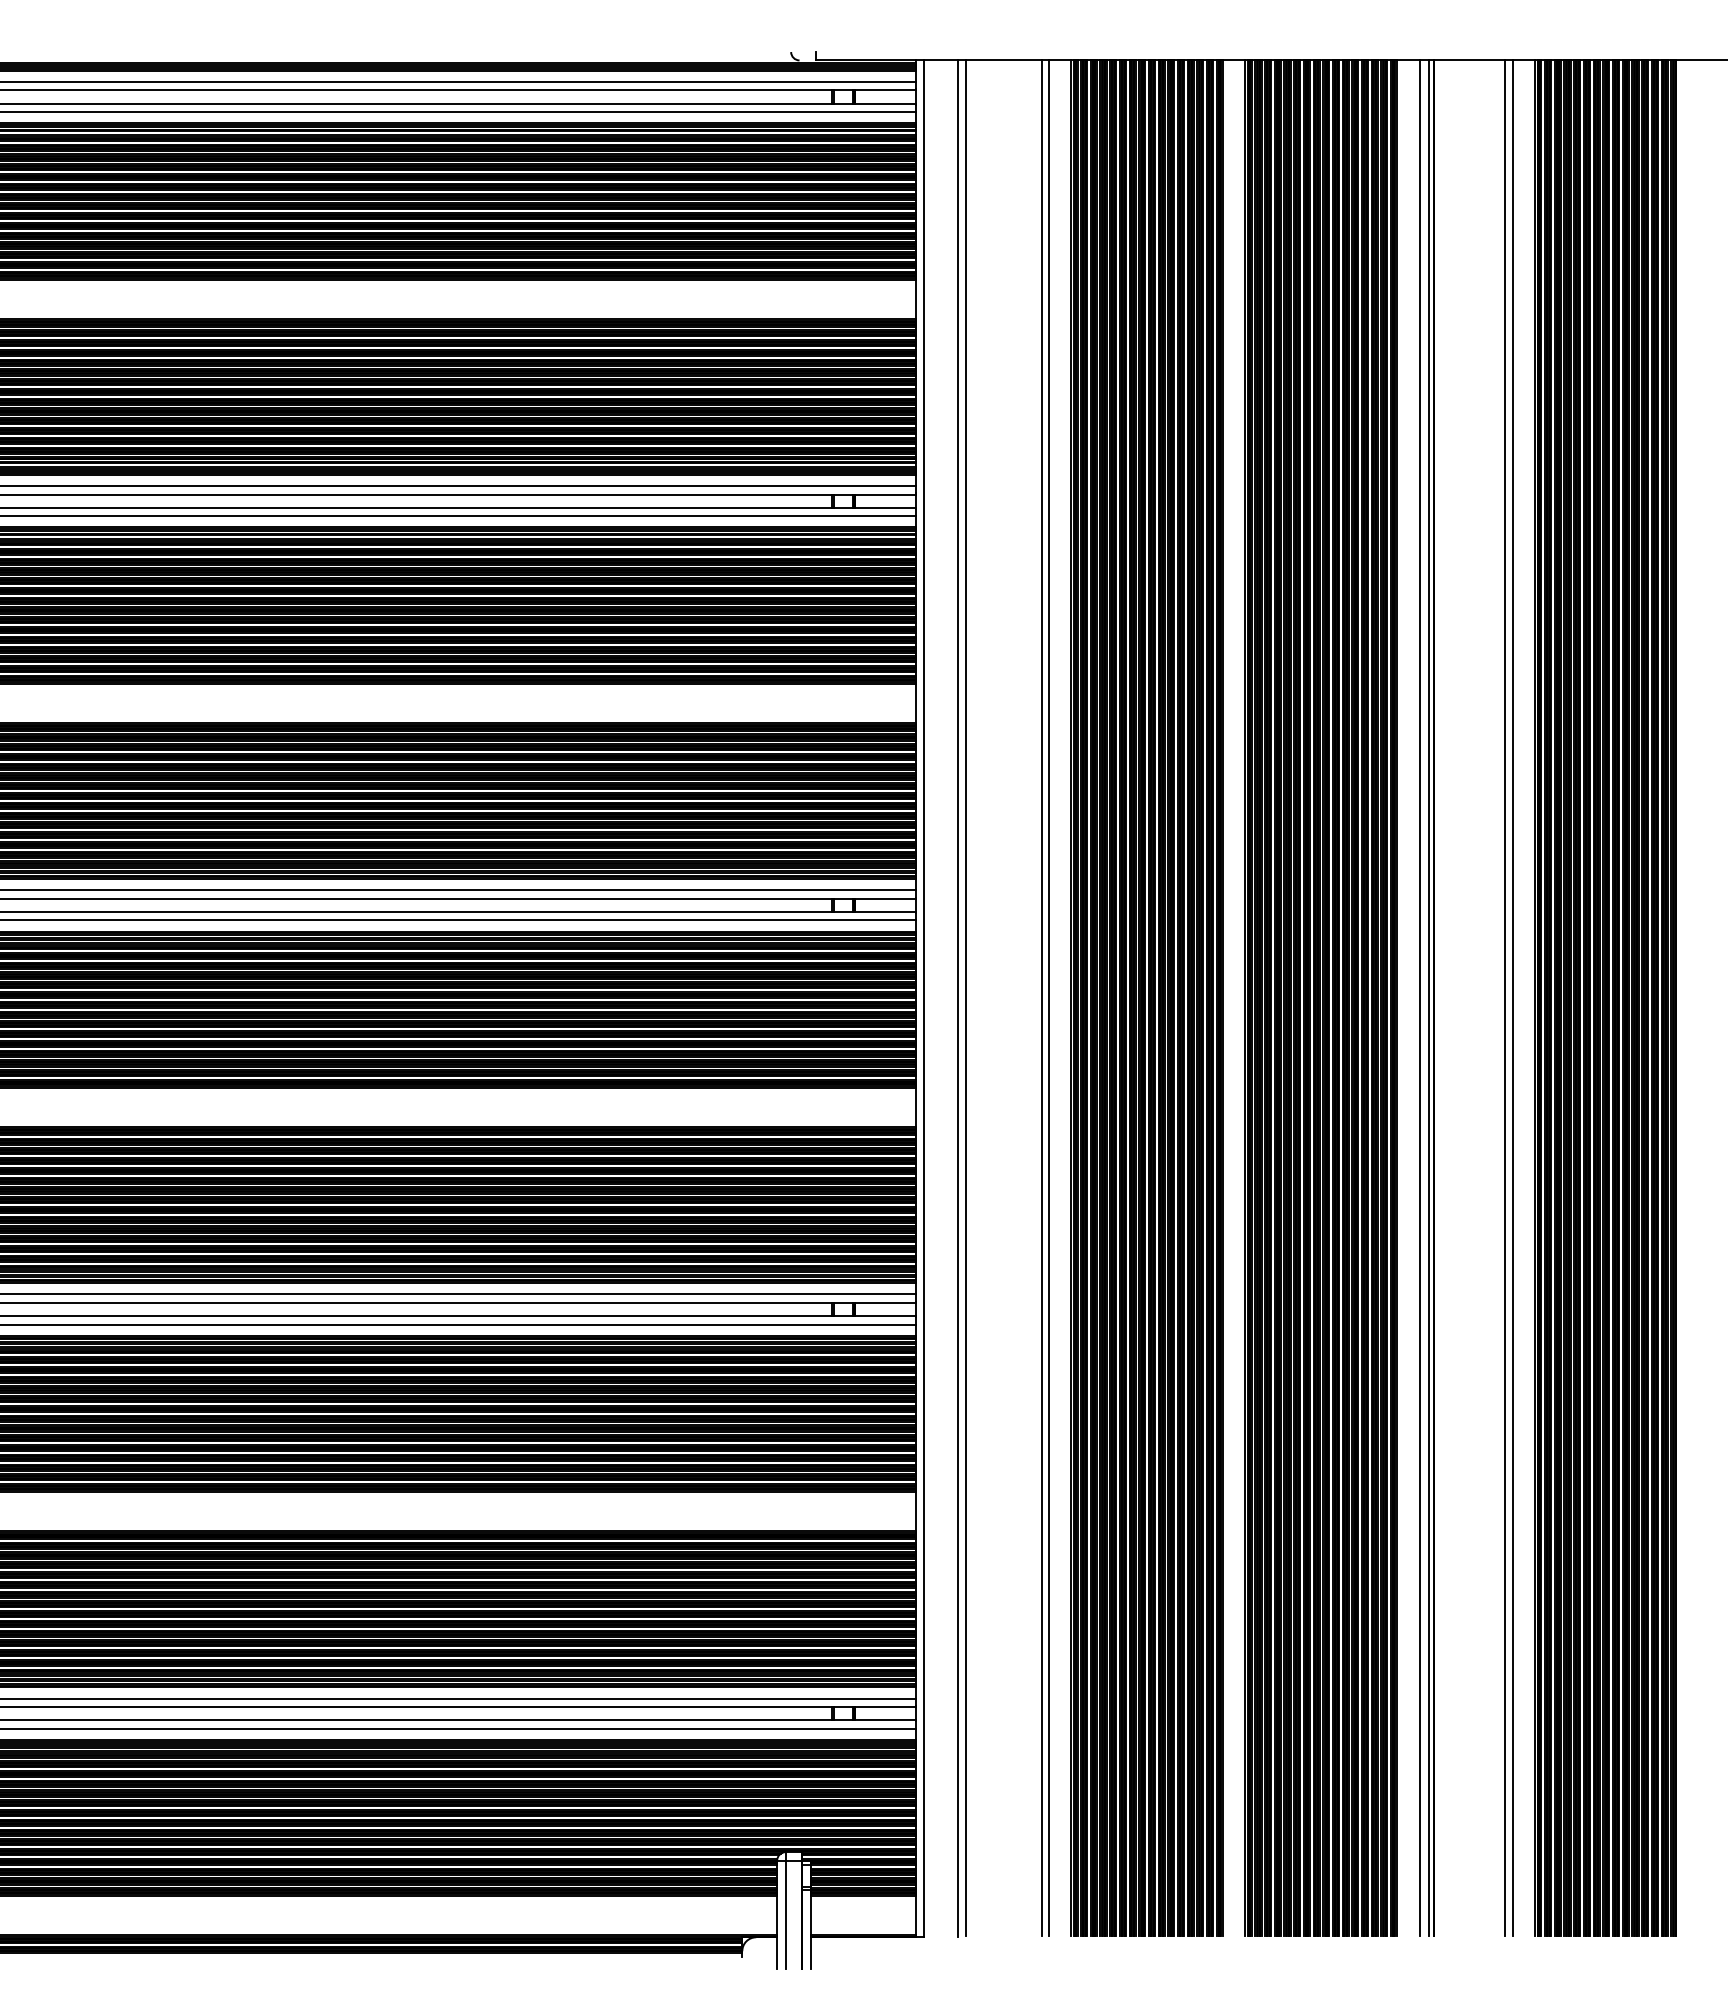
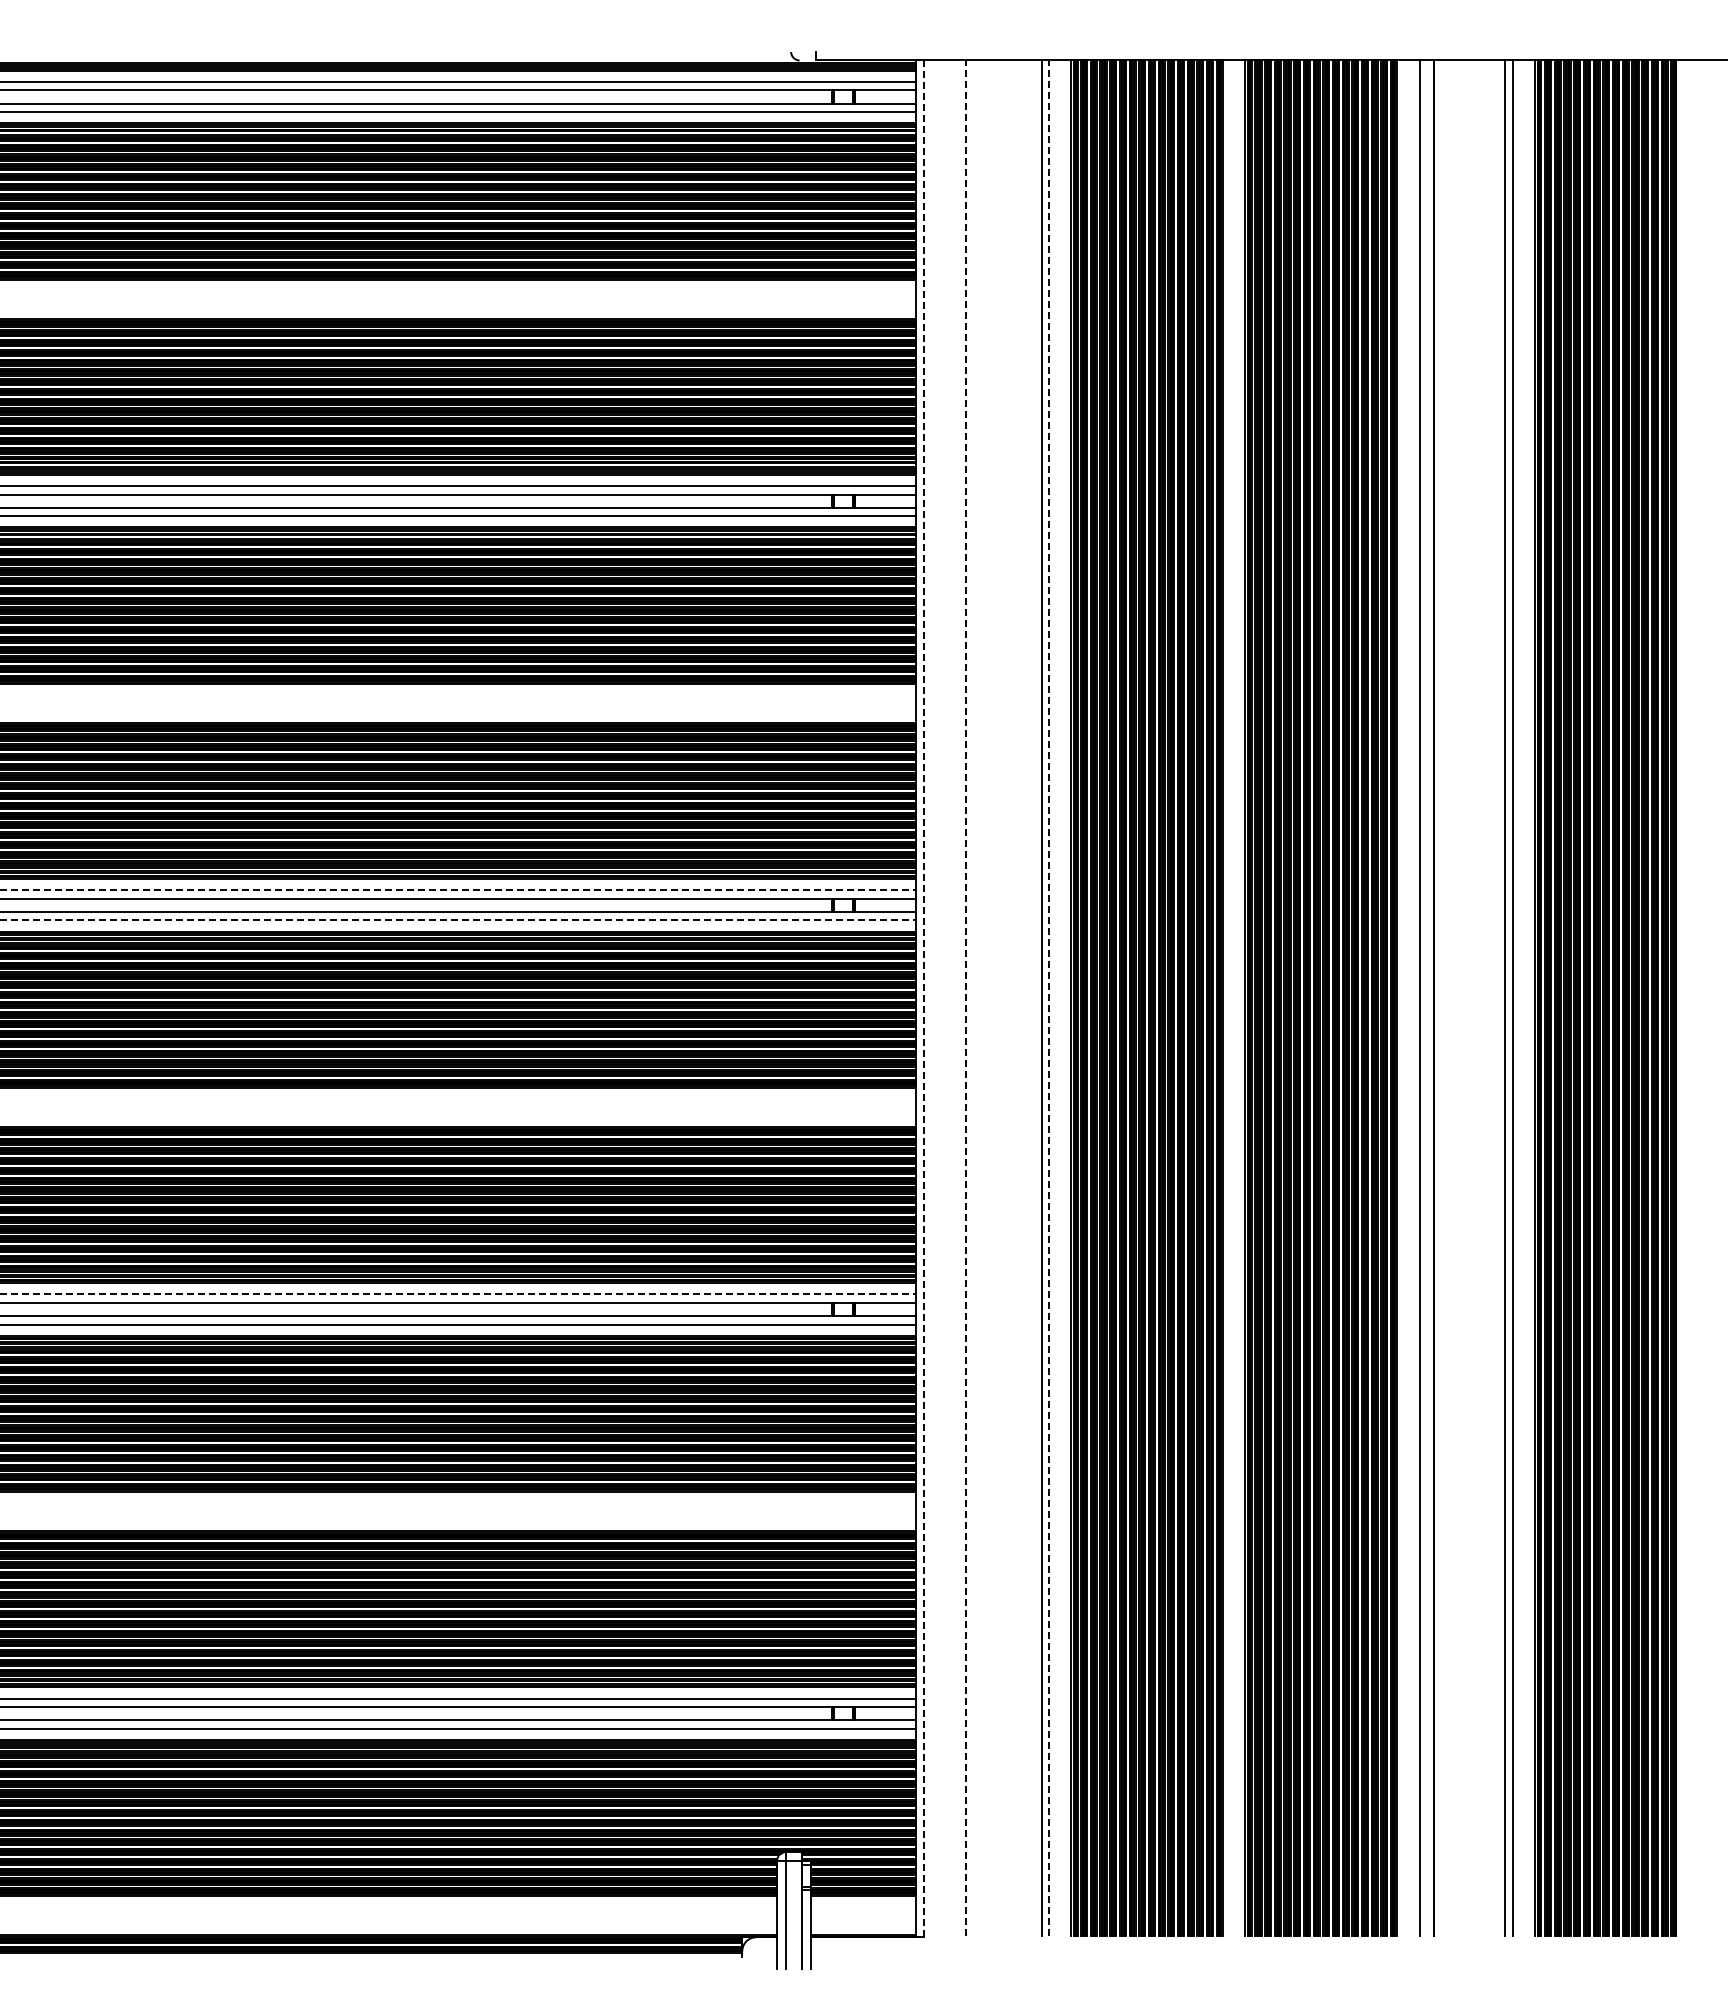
line at (458, 890): solid -> dashed
line at (458, 920): solid -> dashed
line at (1428, 997): present -> none
line at (924, 998): solid -> dashed
line at (957, 998): present -> none
line at (966, 998): solid -> dashed
line at (1048, 998): solid -> dashed
line at (458, 1294): solid -> dashed
